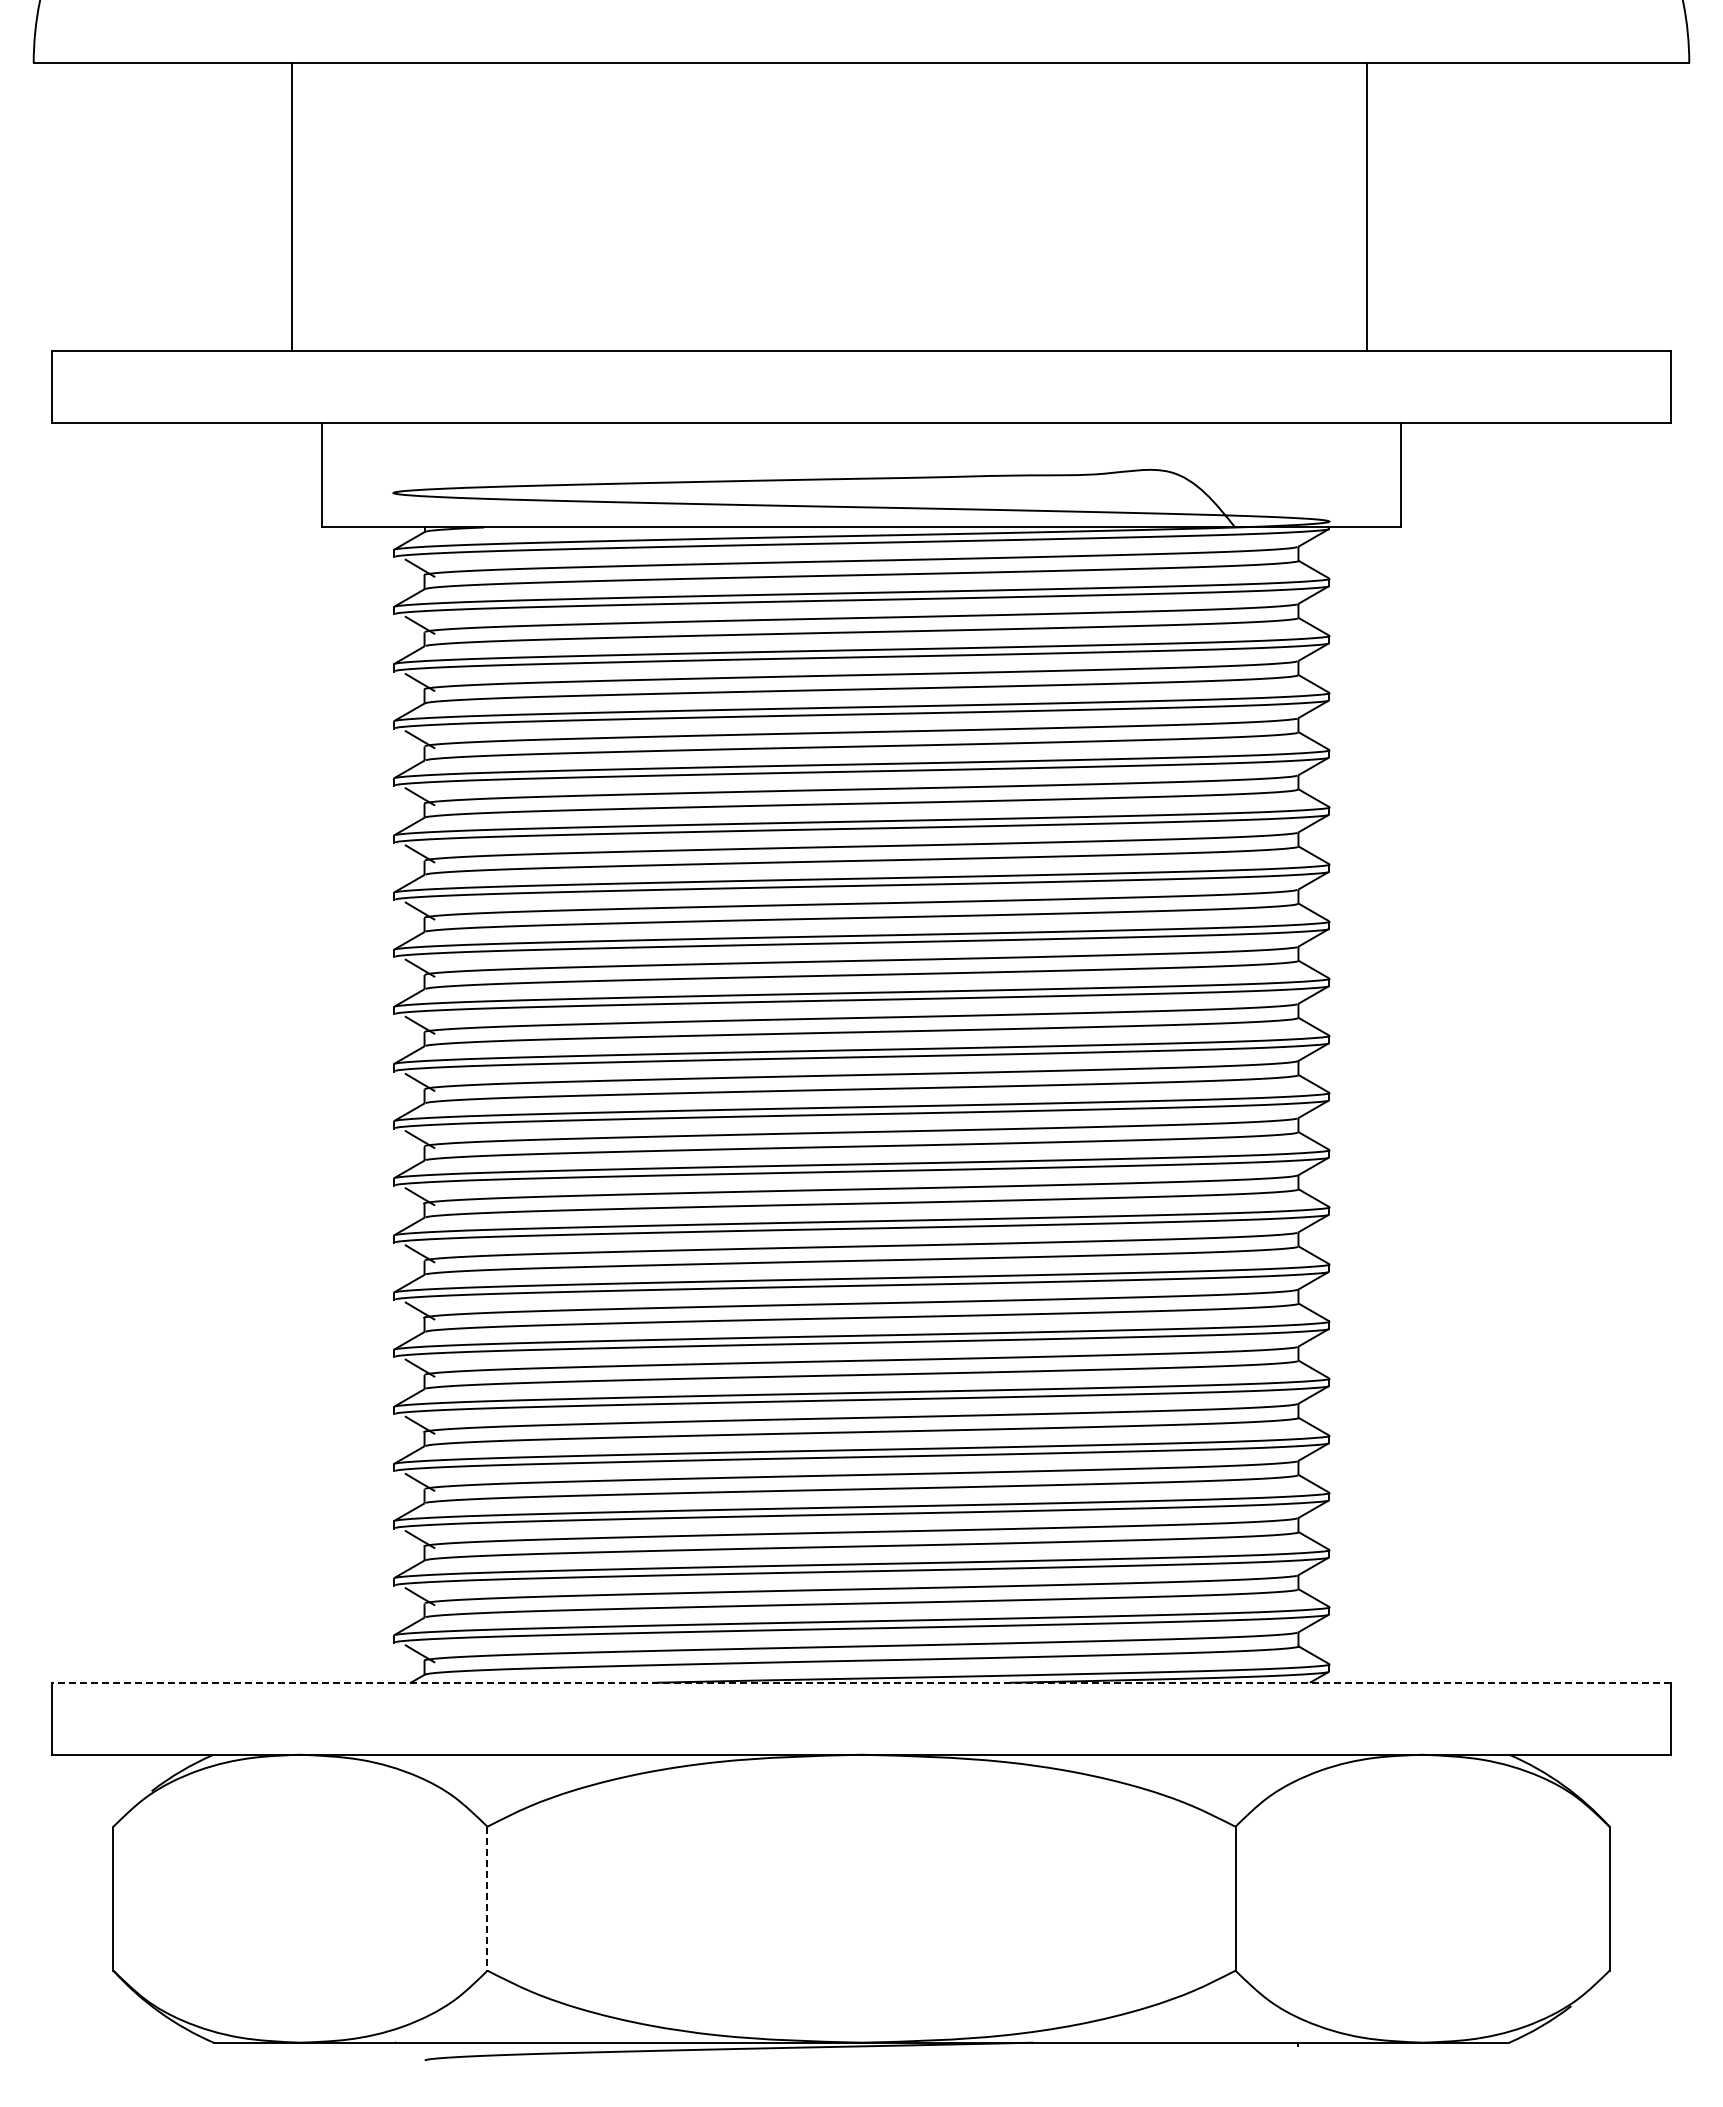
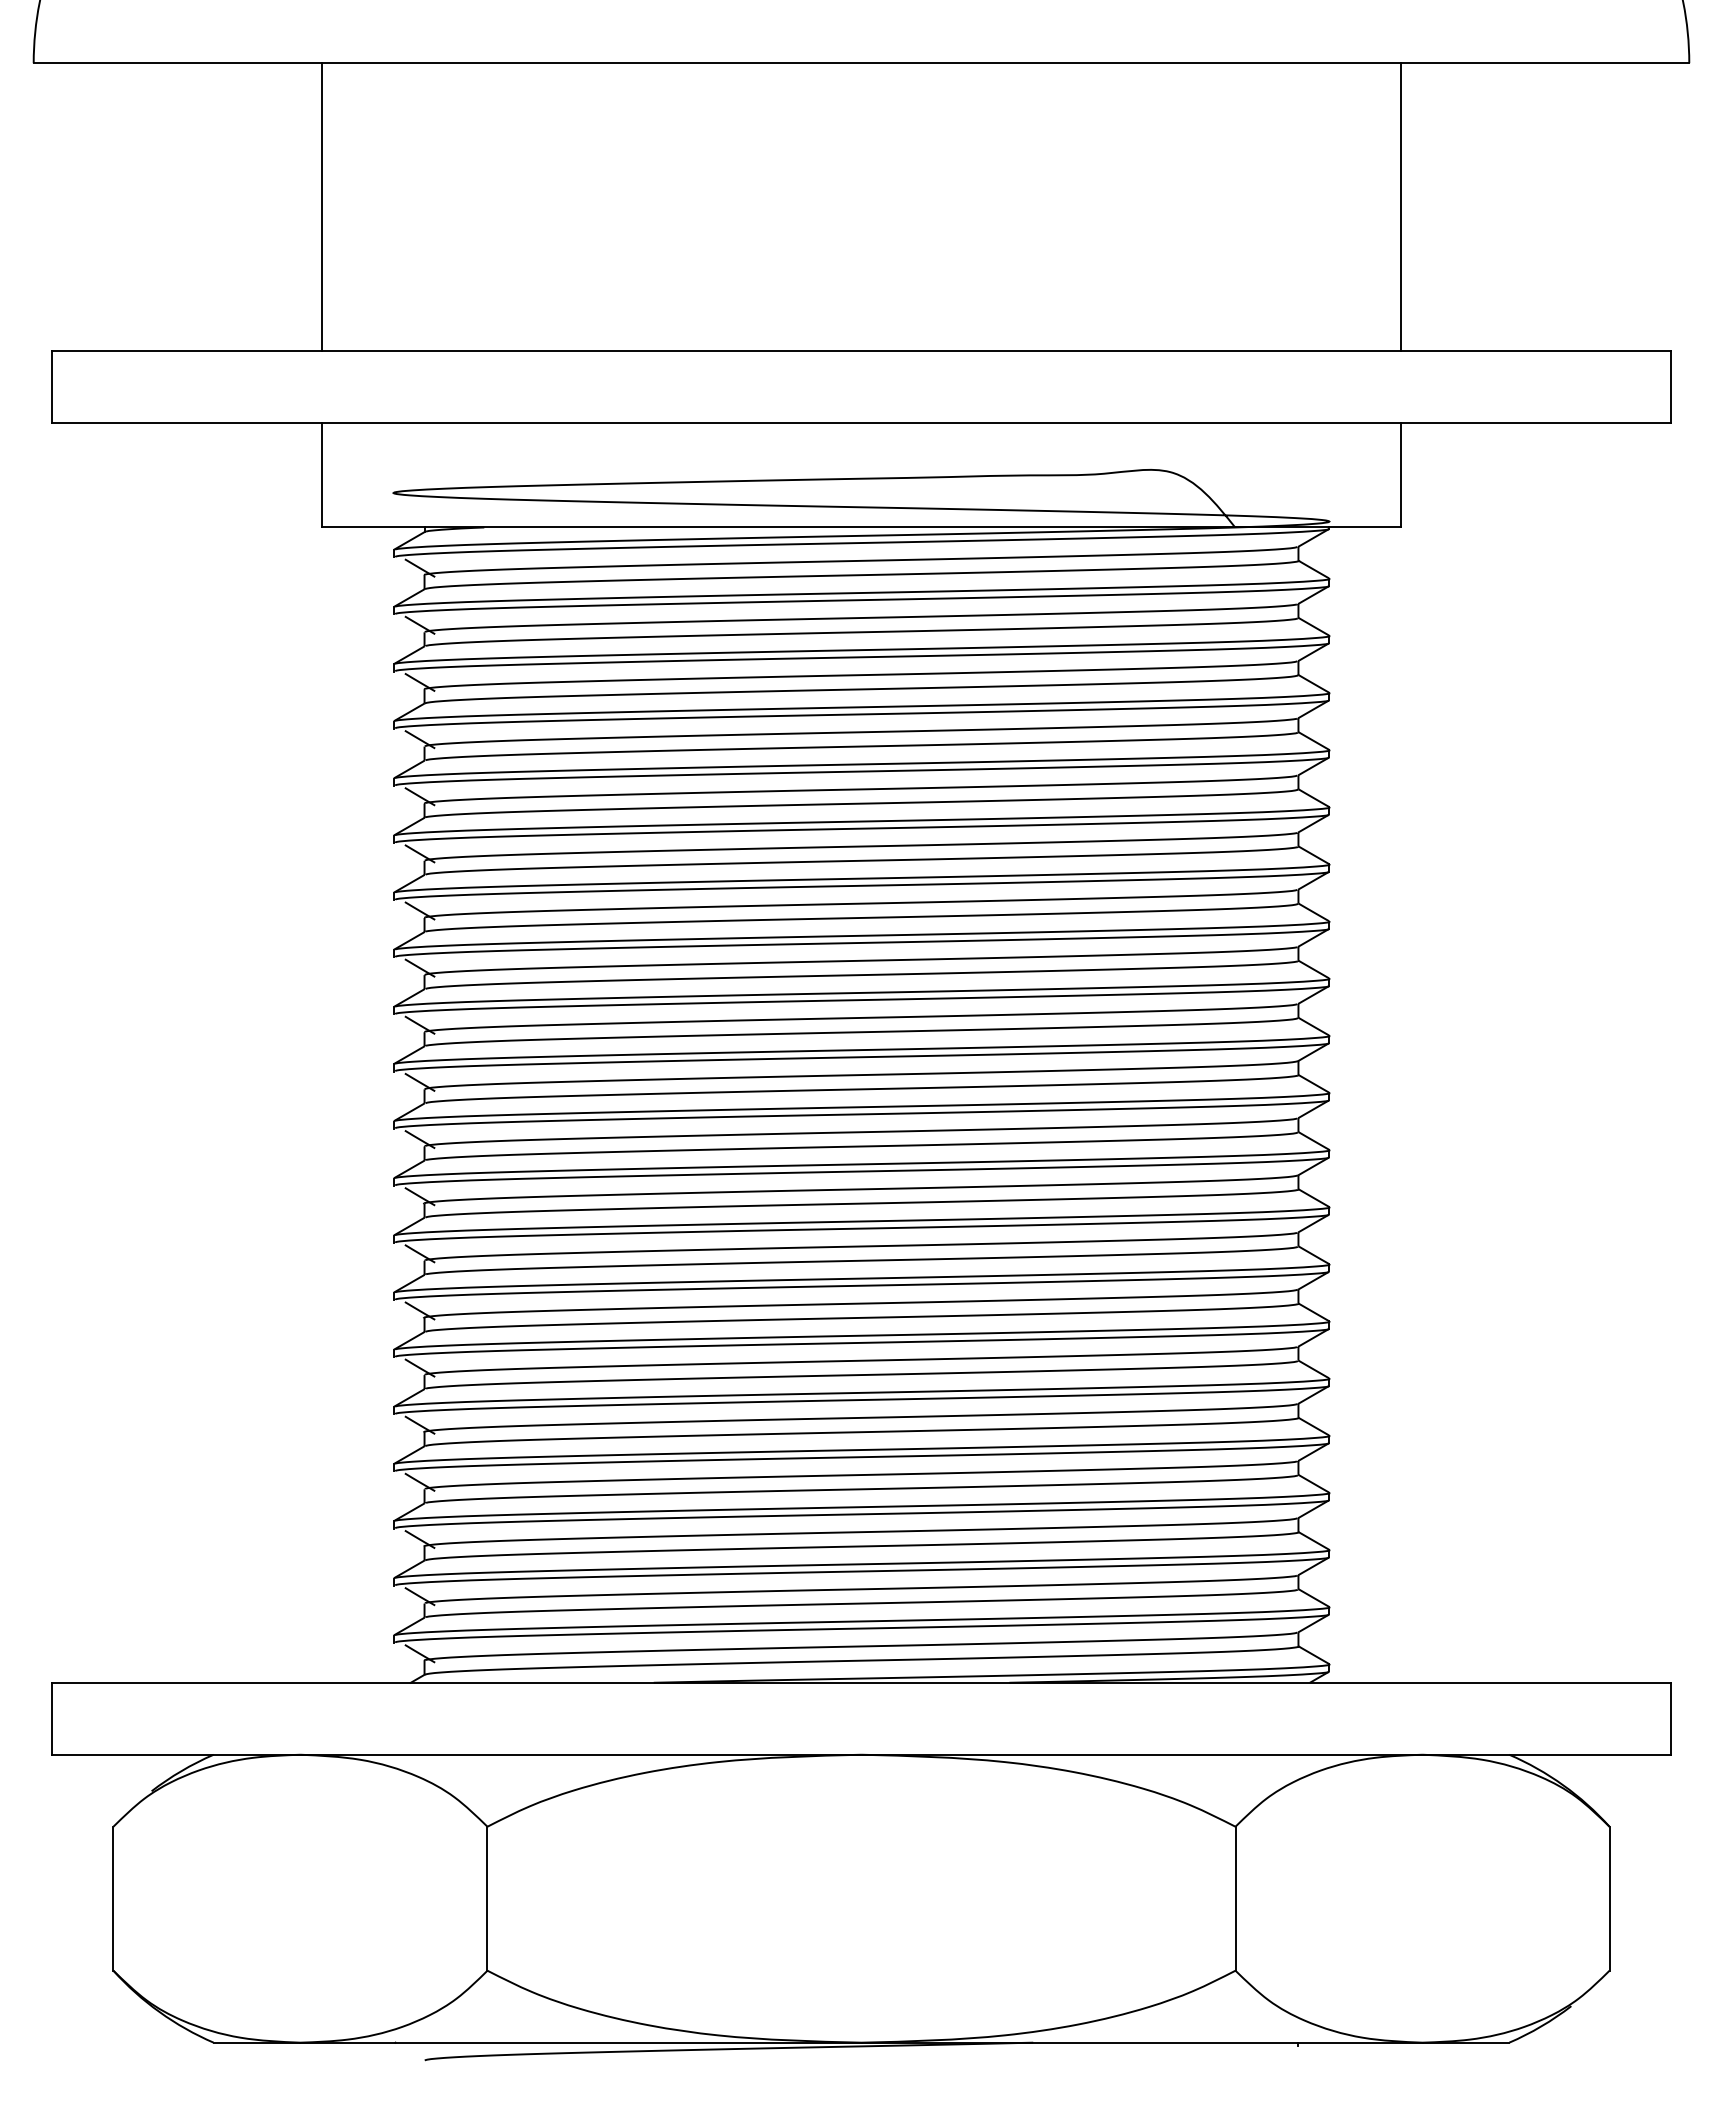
line at (291, 207) position: (291, 207) -> (321, 207)
line at (1367, 207) position: (1367, 207) -> (1401, 207)
line at (861, 1682): dashed -> solid
line at (487, 1898): dashed -> solid
